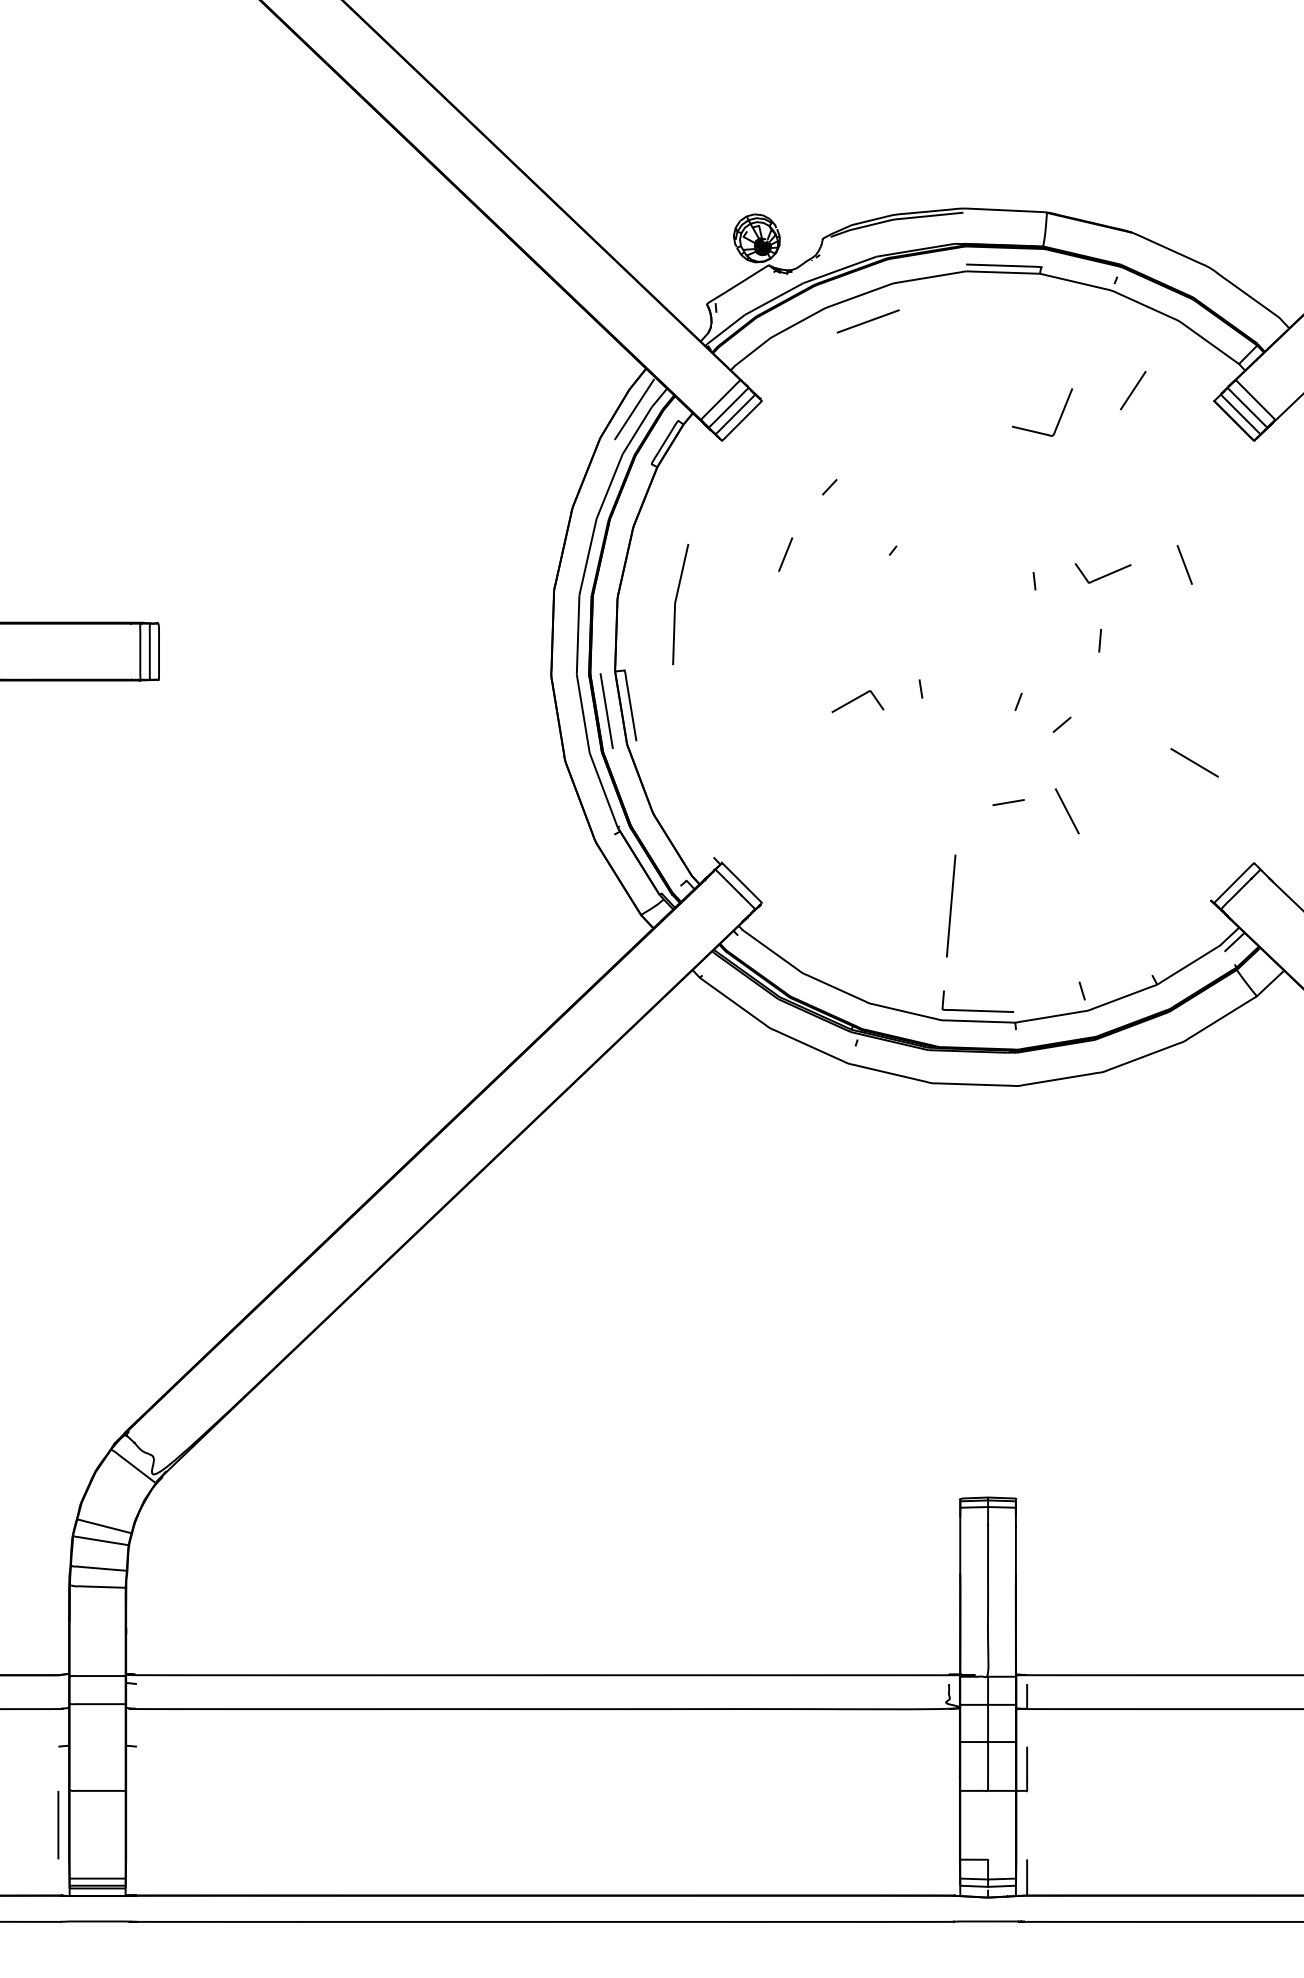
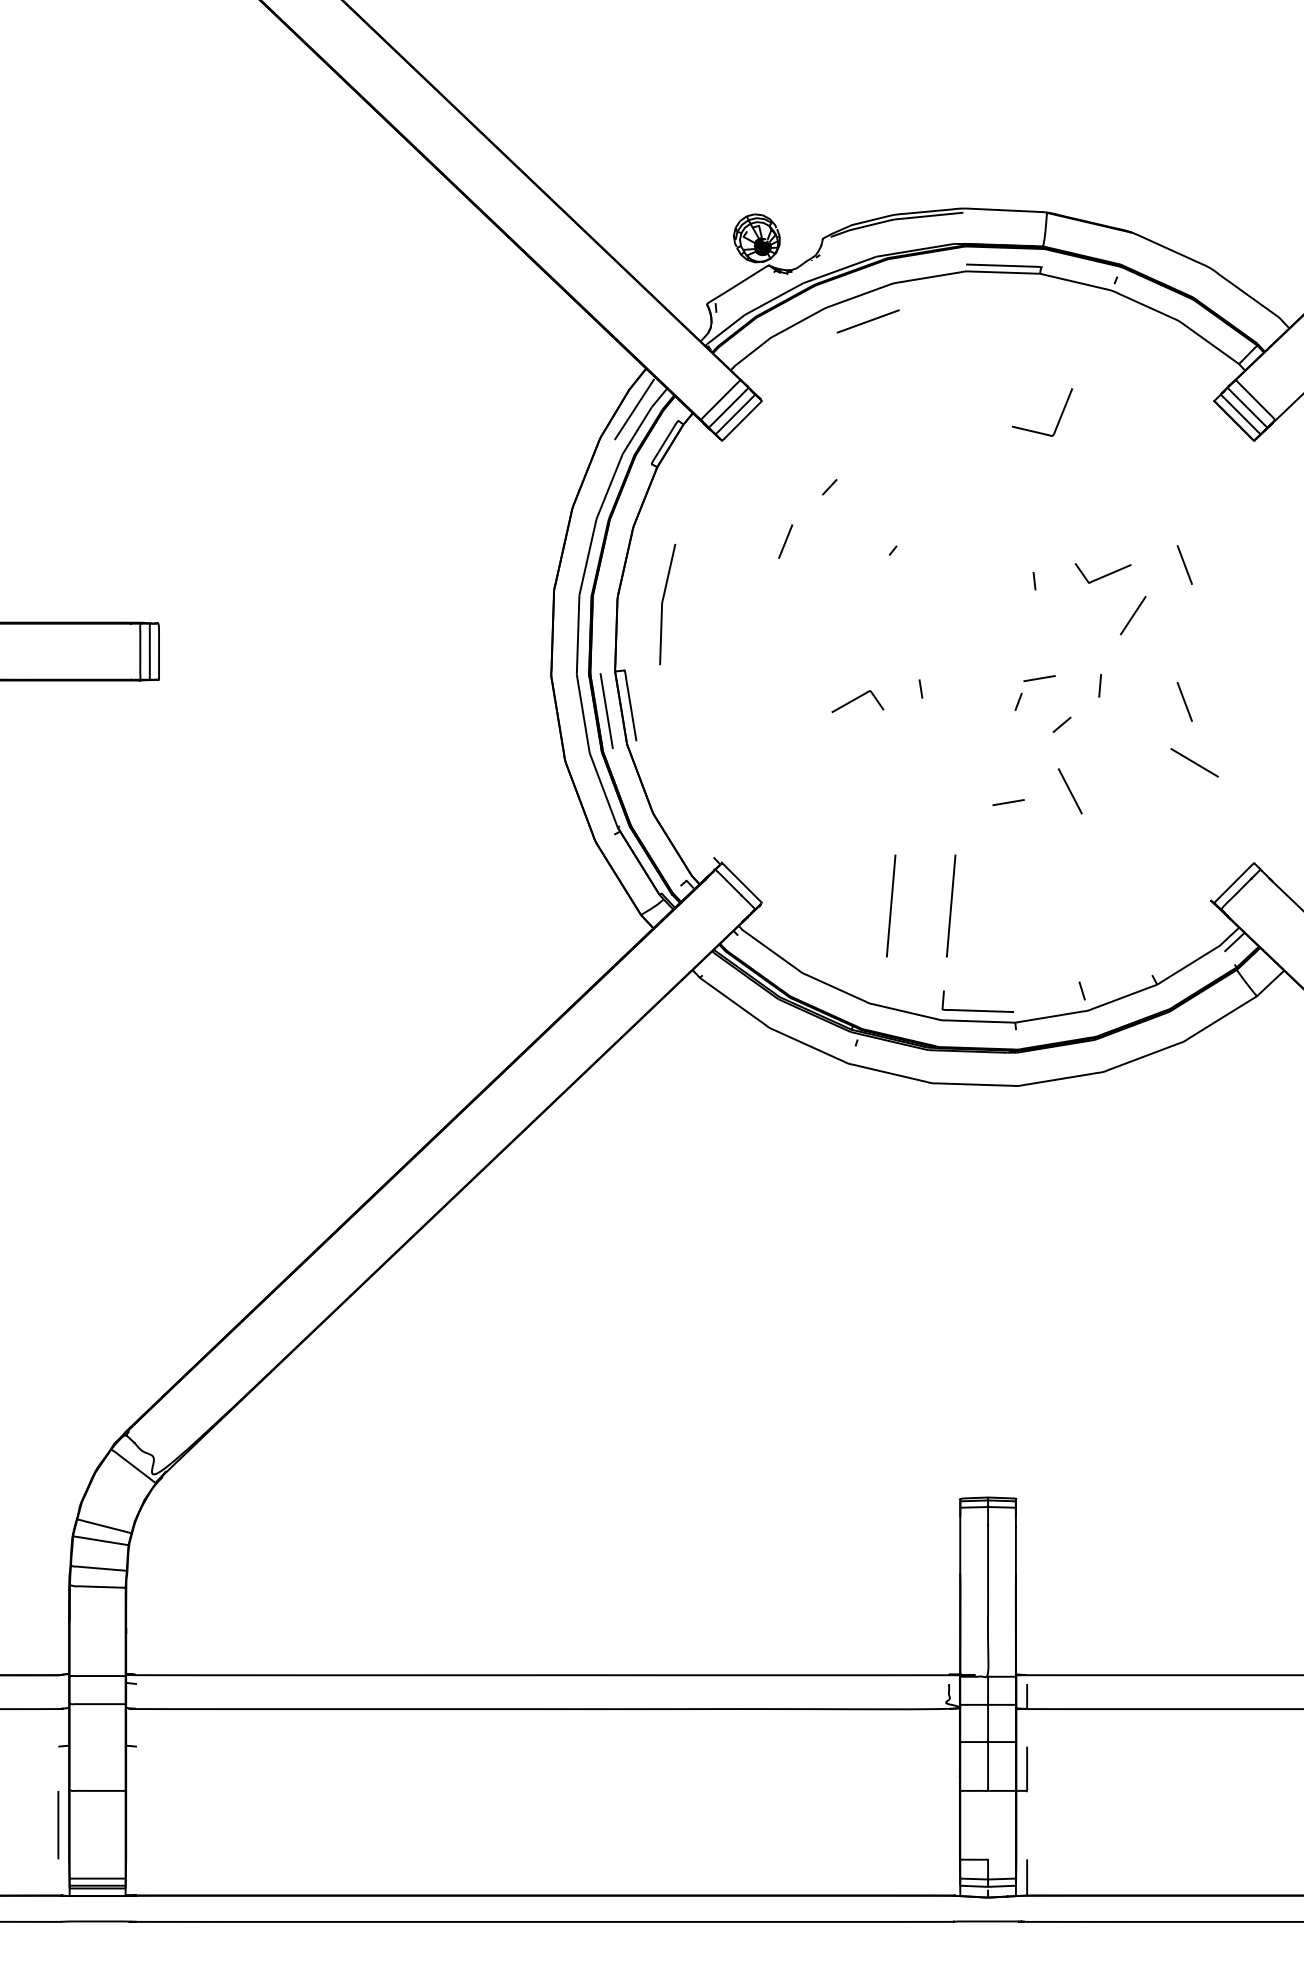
line at (1132, 390) position: (1132, 390) -> (1132, 615)
line at (785, 554) position: (785, 554) -> (785, 541)
curve at (676, 603) position: (676, 603) -> (663, 603)
line at (1099, 640) position: (1099, 640) -> (1099, 685)
line at (1039, 678): none -> present
line at (1184, 701): none -> present
line at (1066, 811) position: (1066, 811) -> (1069, 791)
line at (891, 905): none -> present
